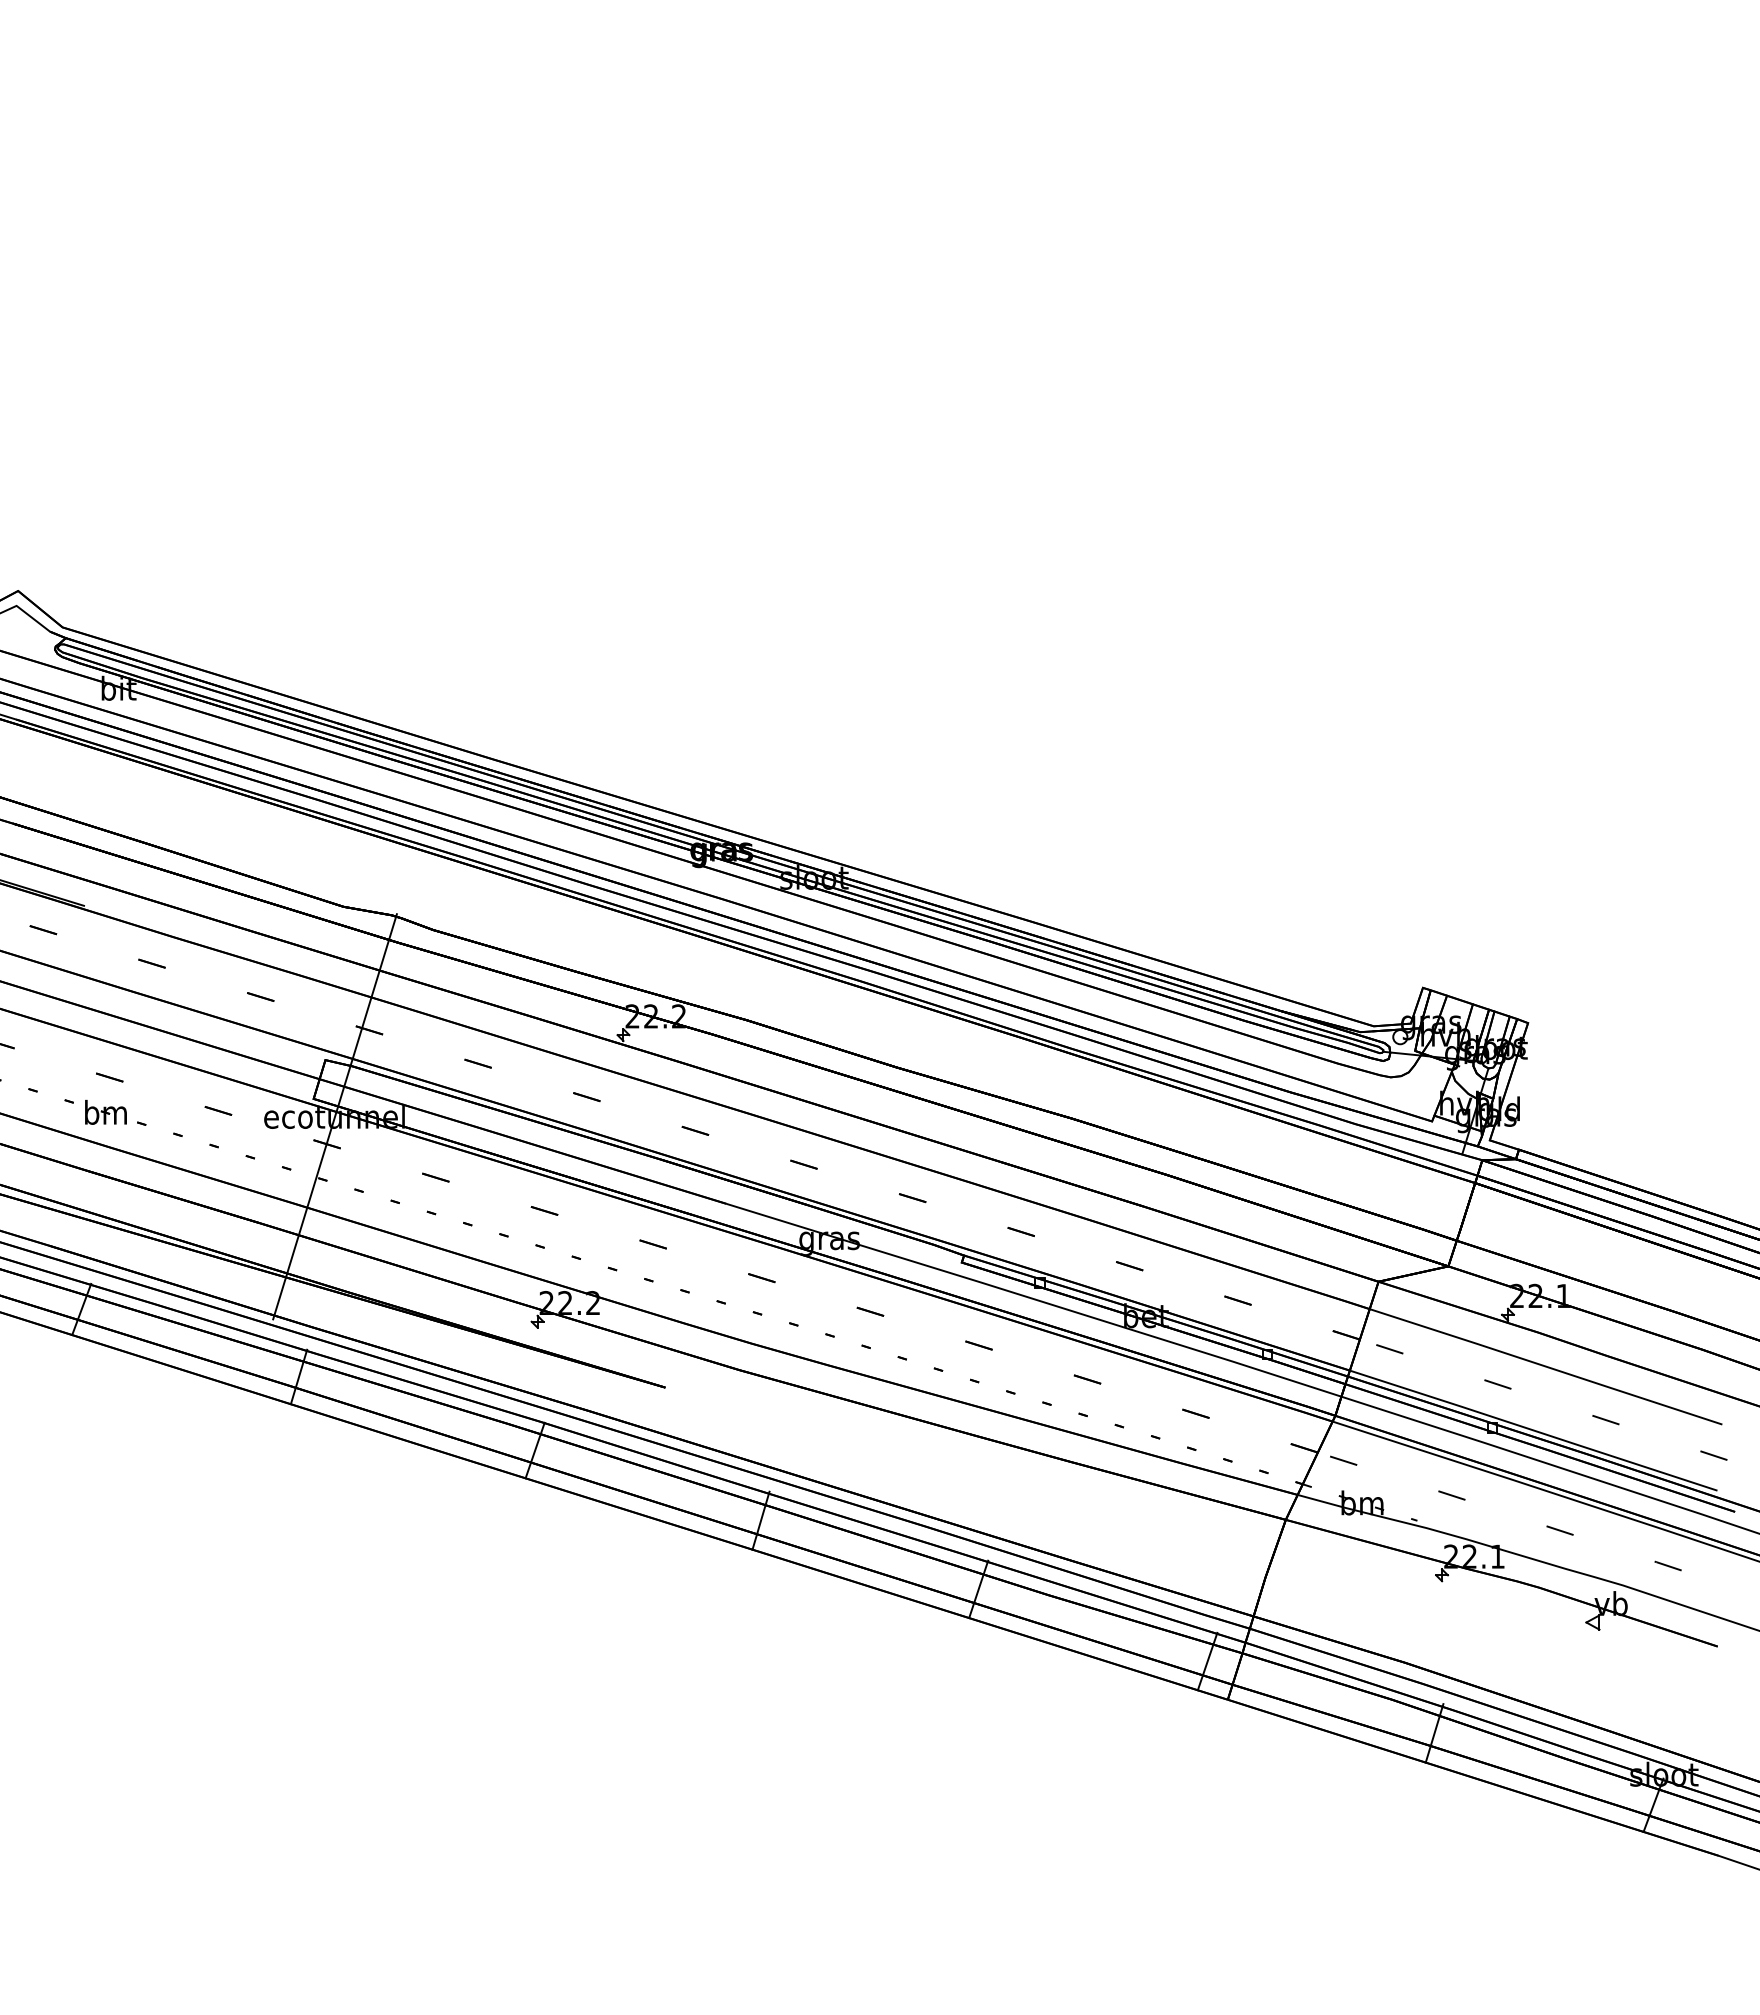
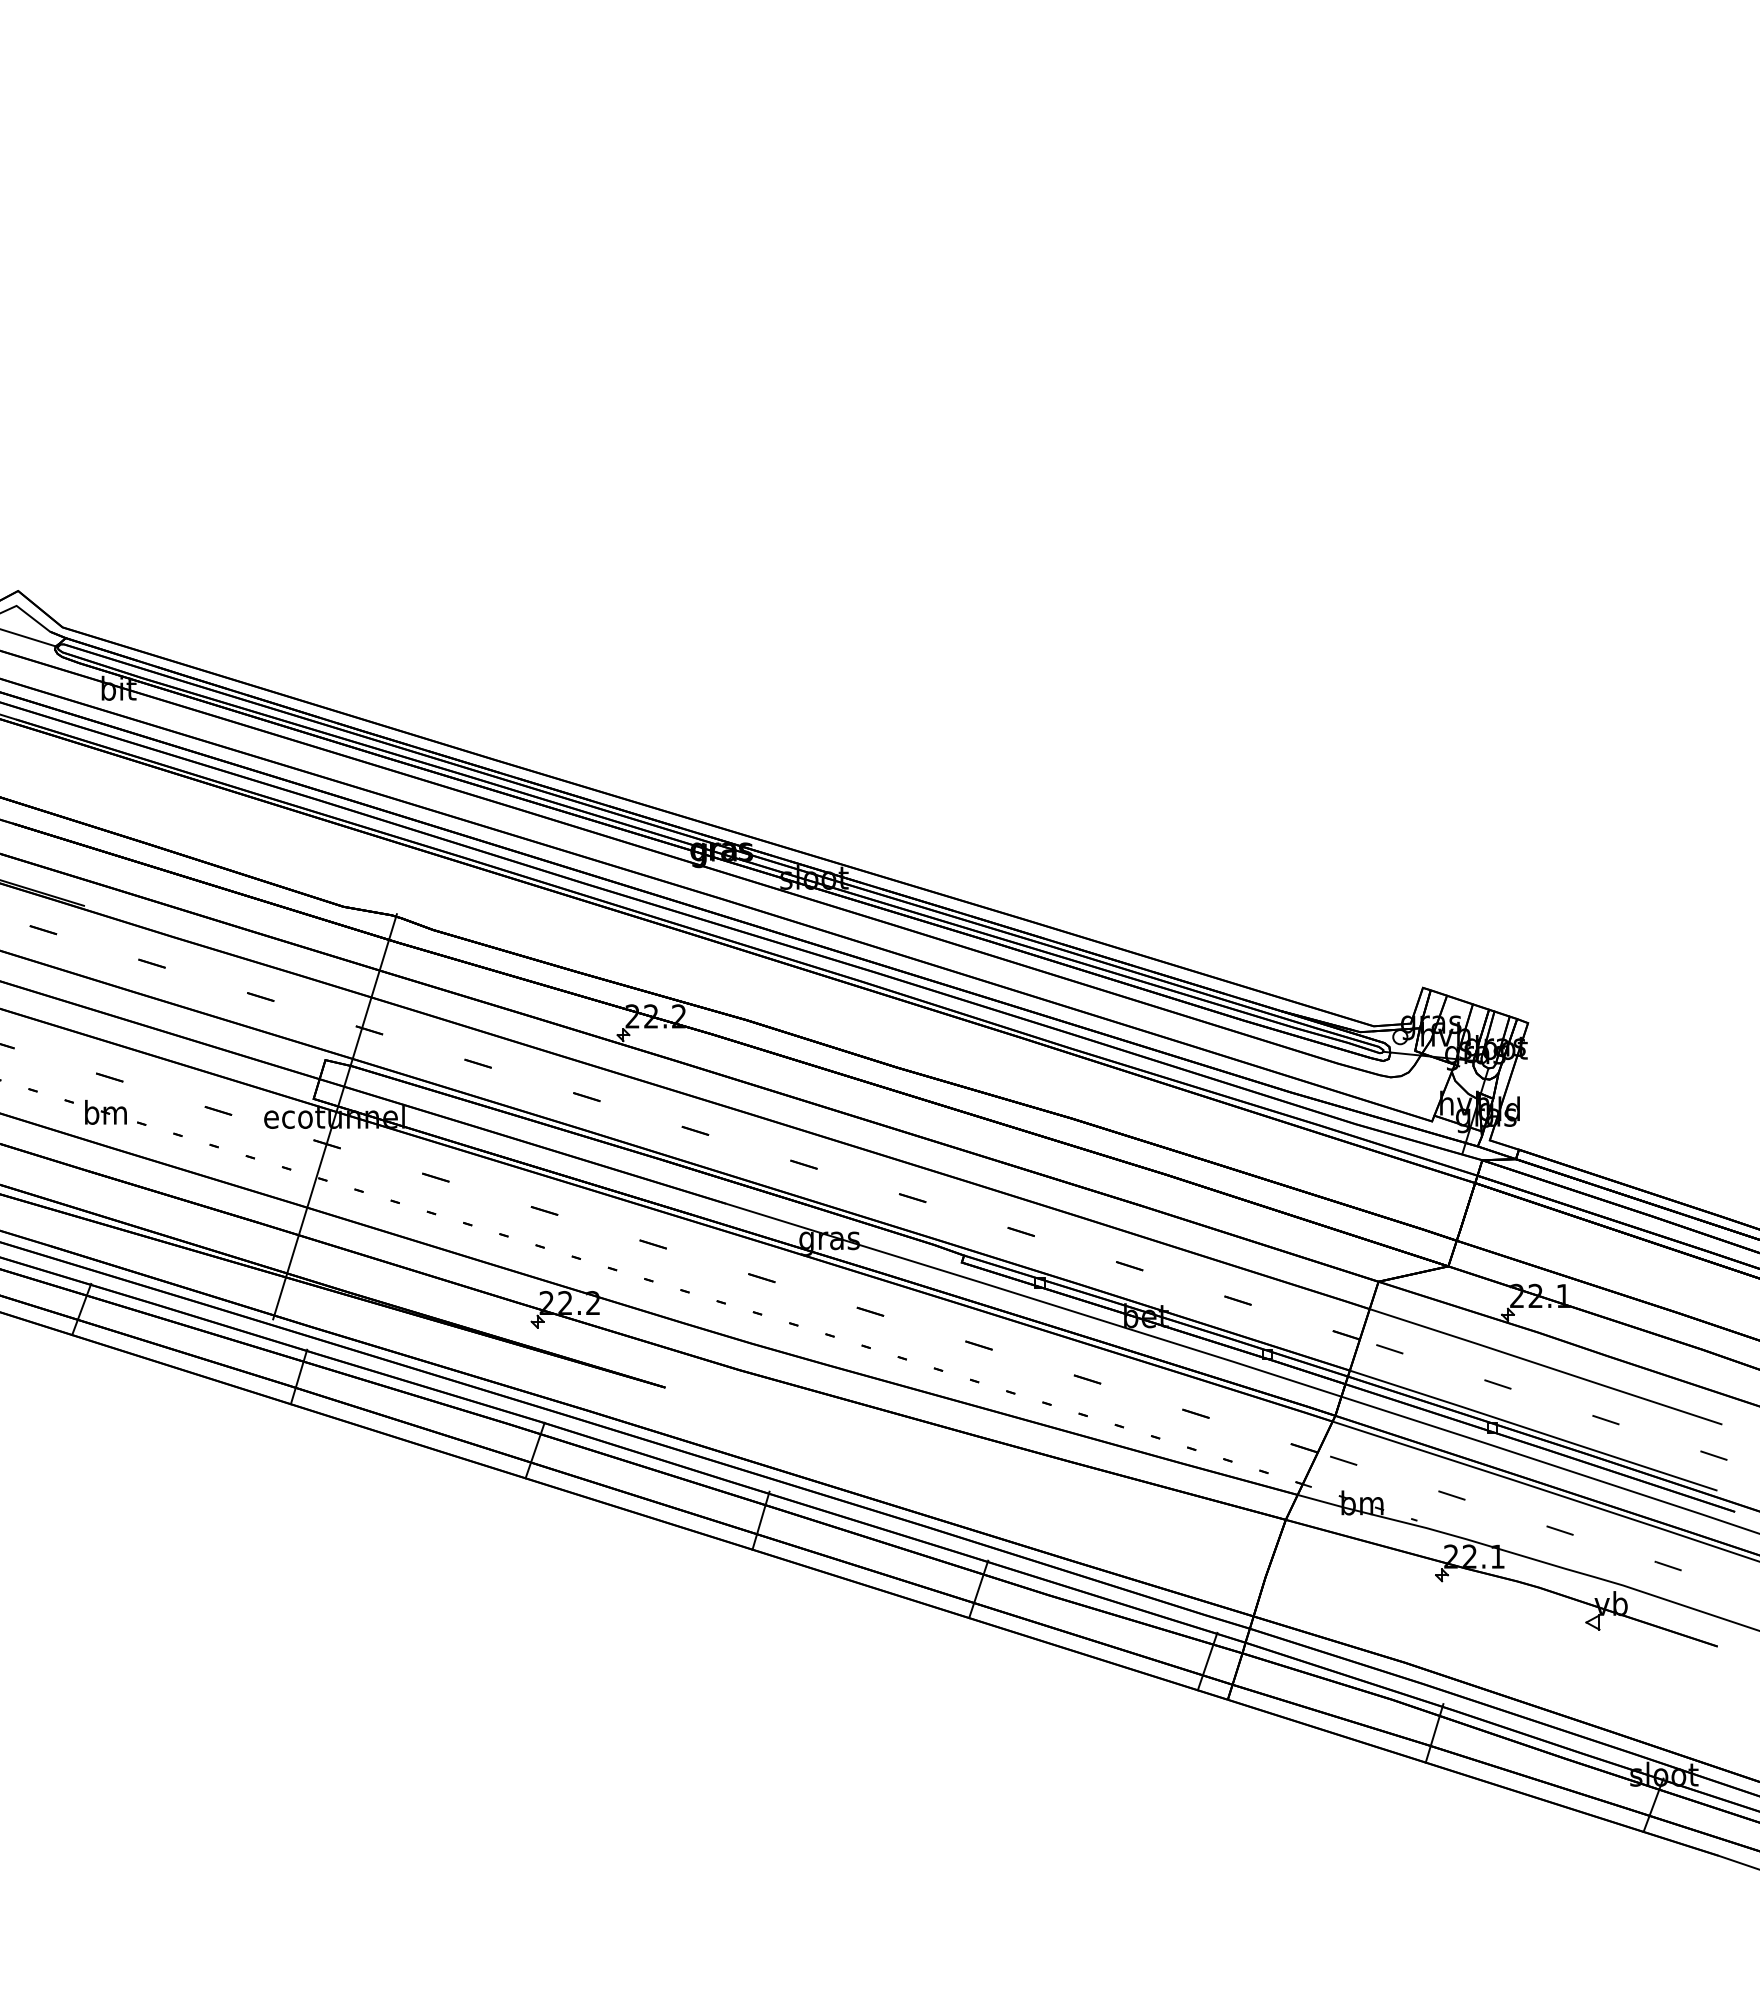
line at (29, 638): none -> present
